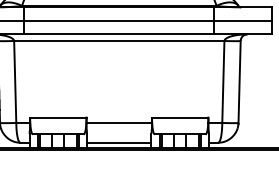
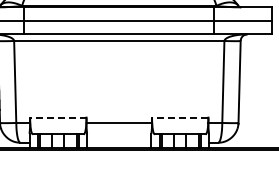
line at (57, 117): solid -> dashed
line at (179, 117): solid -> dashed
line at (119, 142): present -> none
